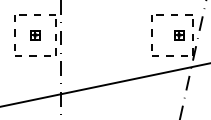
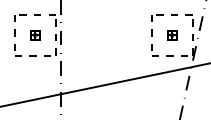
part at (179, 35) position: (179, 35) -> (172, 35)
